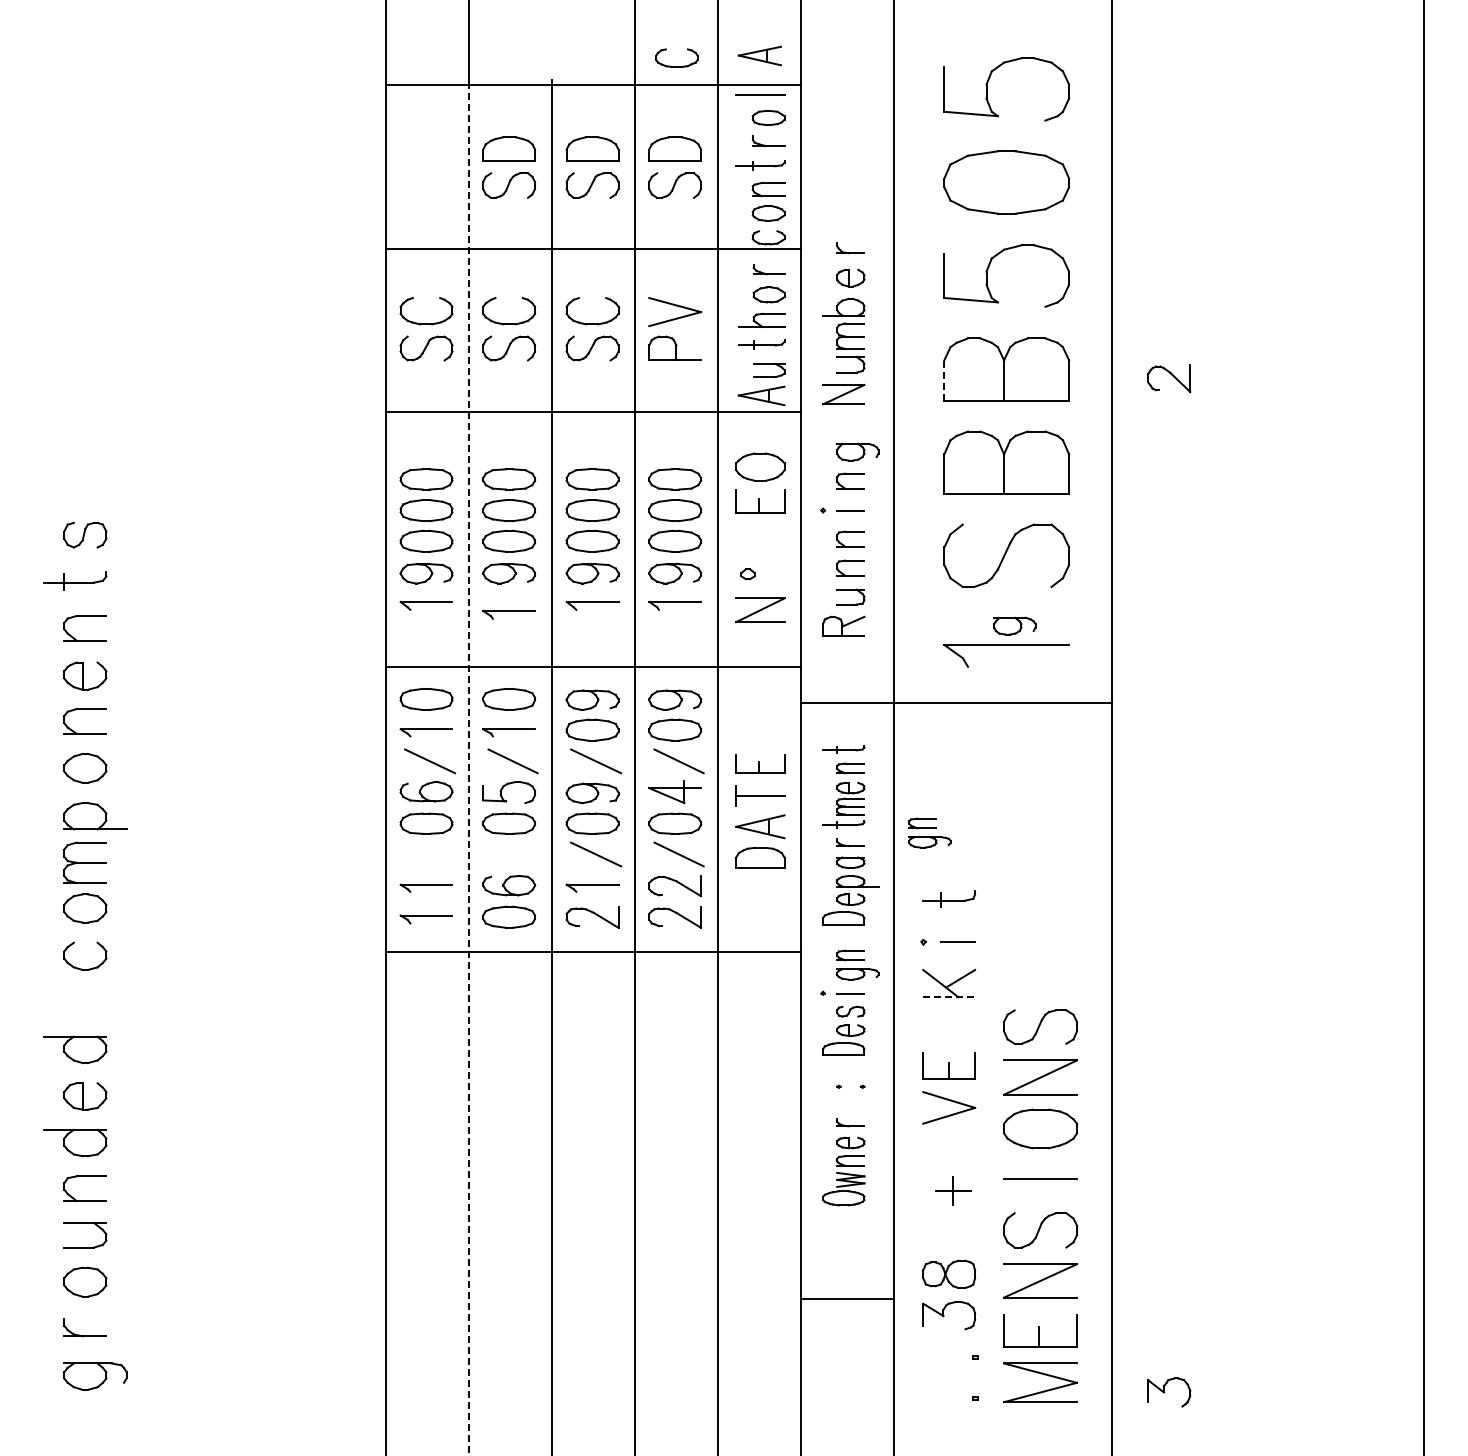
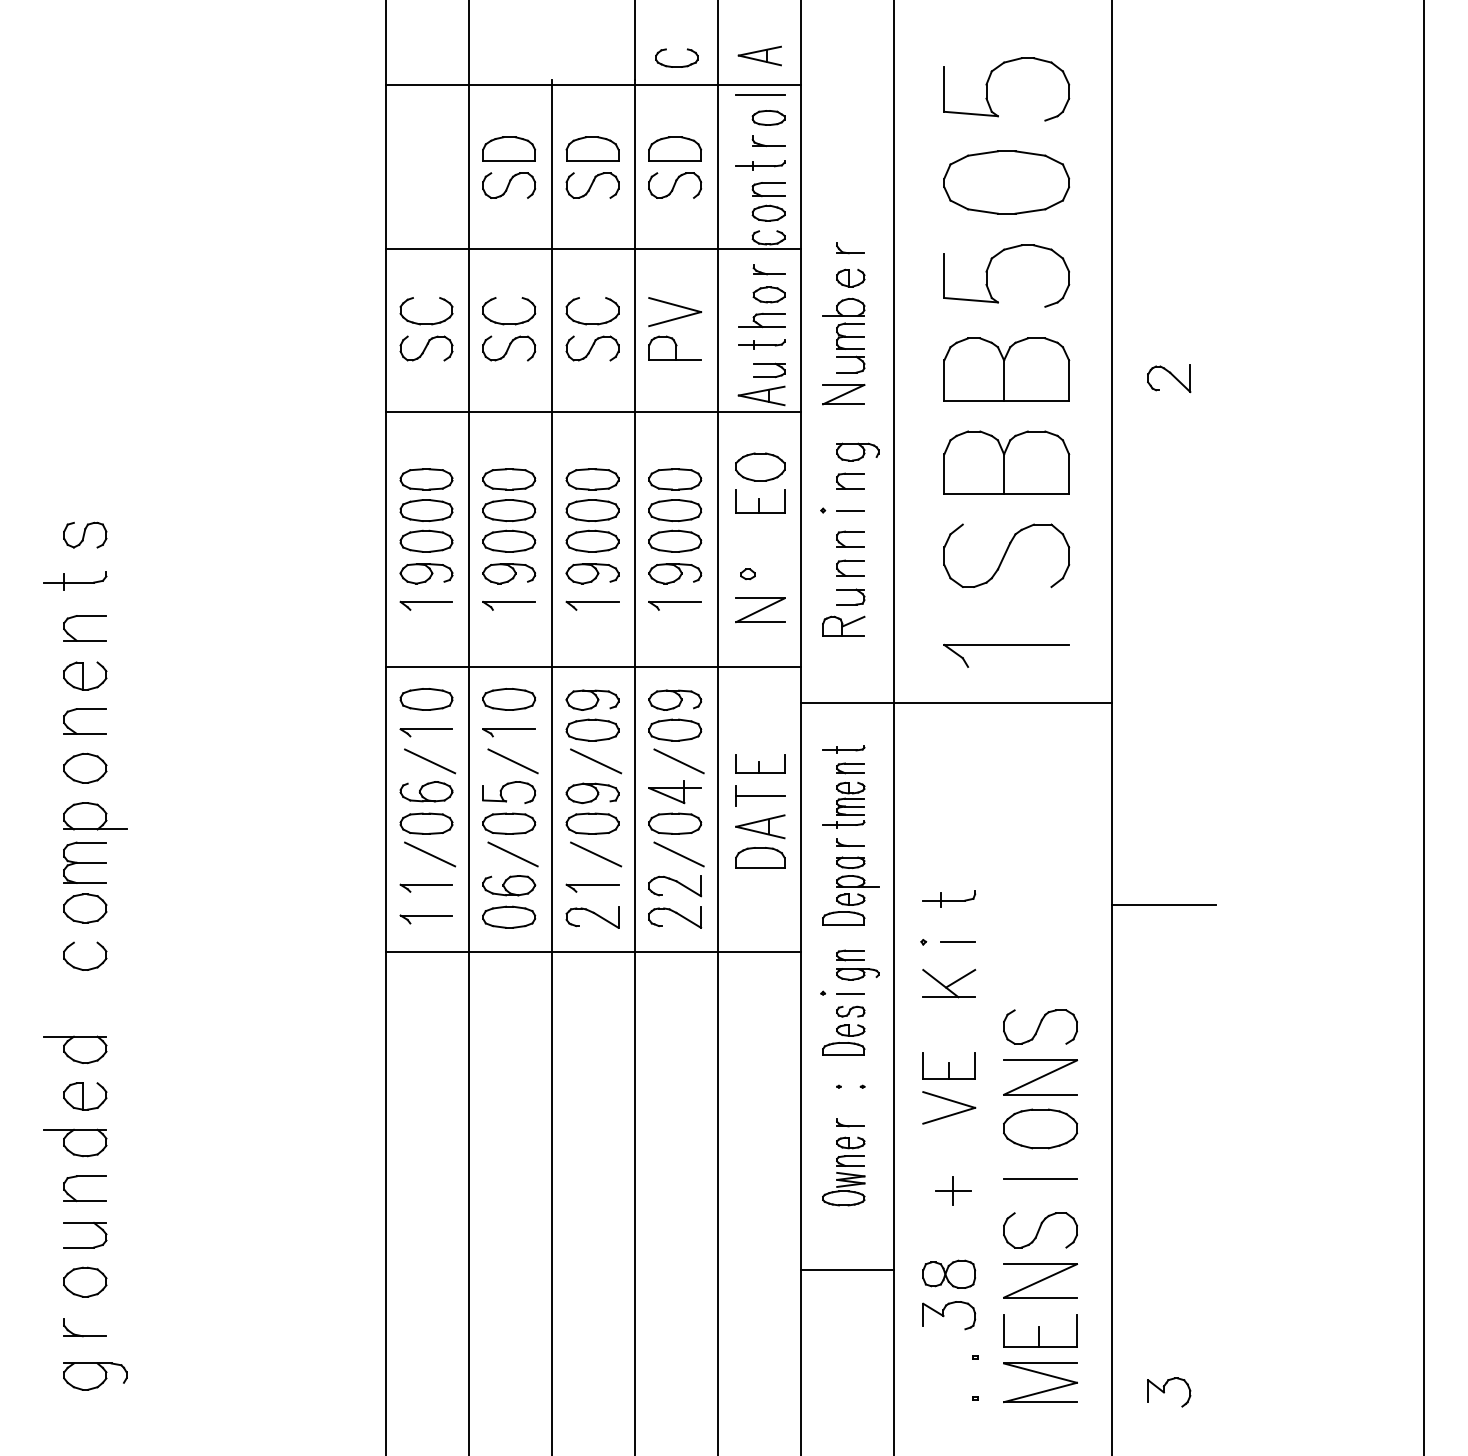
line at (944, 380): dashed -> solid
part at (508, 614) position: (508, 614) -> (508, 605)
part at (1014, 625): present -> none
line at (469, 769): dashed -> solid
part at (929, 832): present -> none
line at (430, 854): none -> present
line at (512, 854): none -> present
line at (1163, 904): none -> present
line at (949, 997): dashed -> solid
line at (847, 1298) position: (847, 1298) -> (847, 1269)
